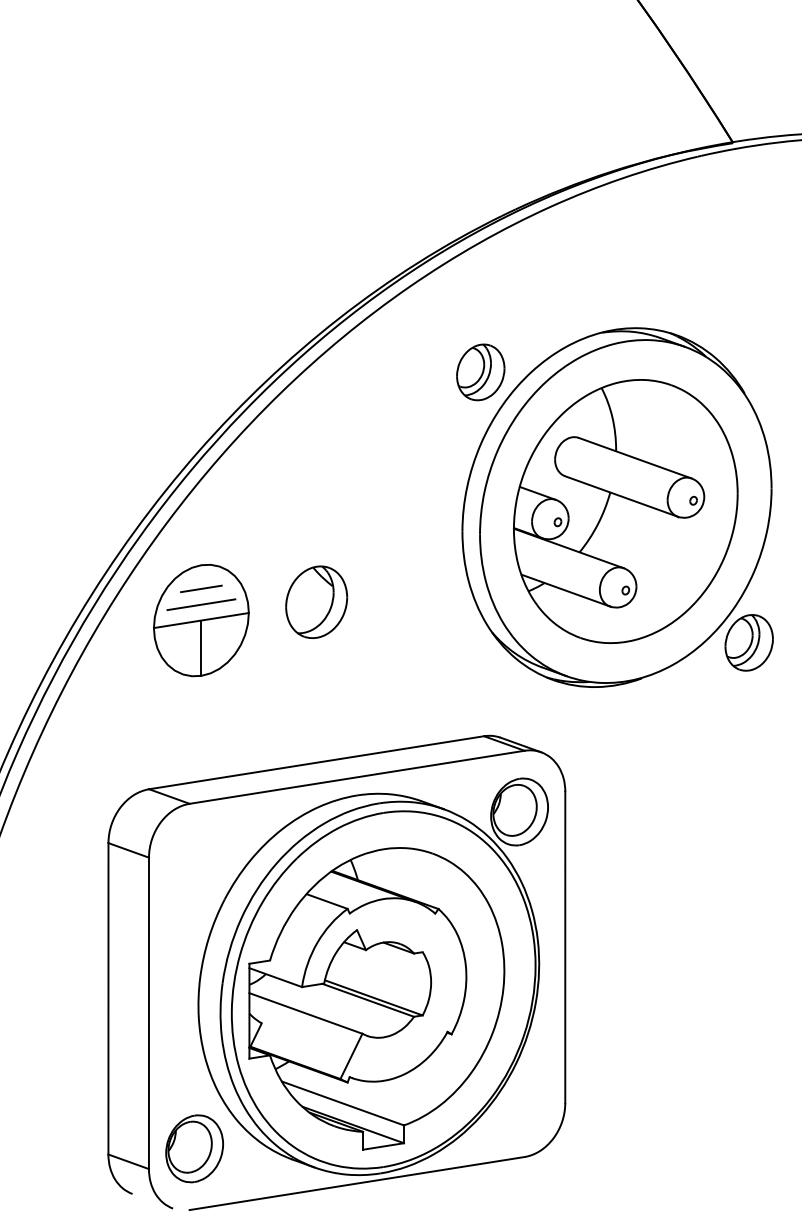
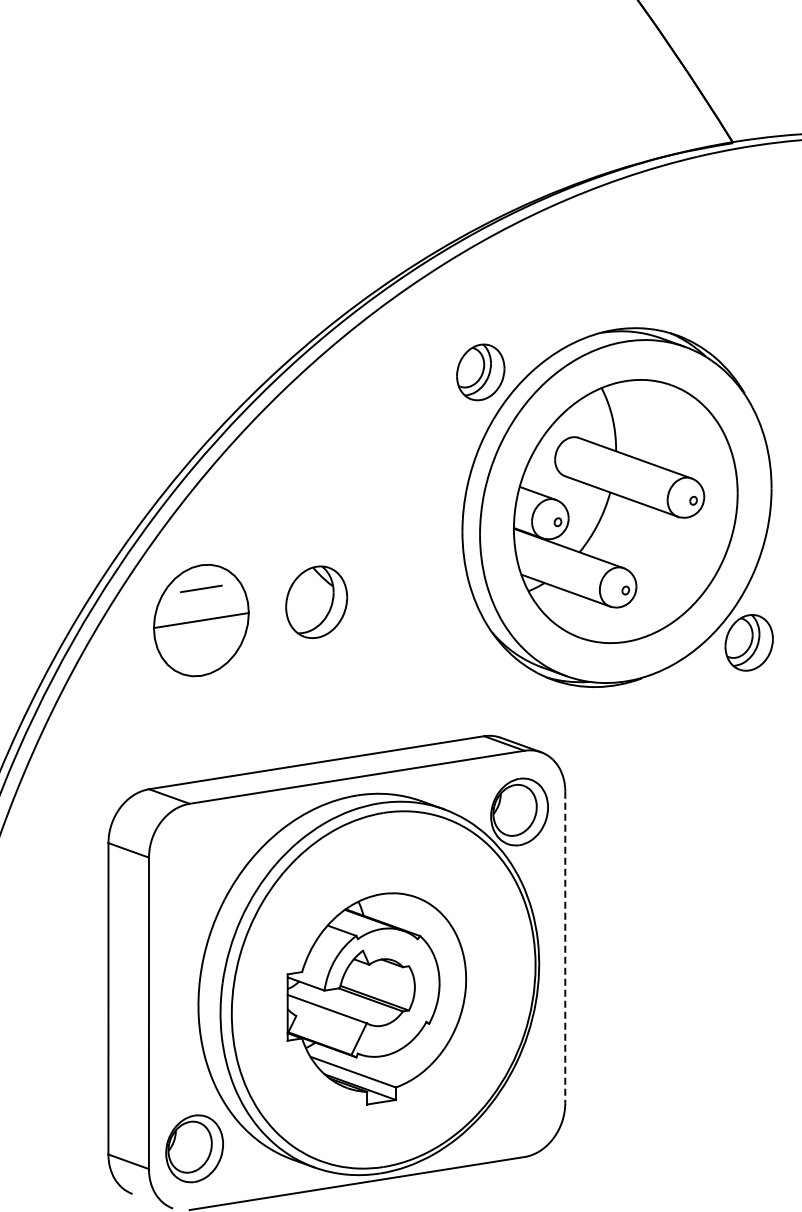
line at (201, 604): present -> none
line at (201, 647): present -> none
line at (565, 947): solid -> dashed
part at (376, 998) size: 258x304 px -> 182x214 px
